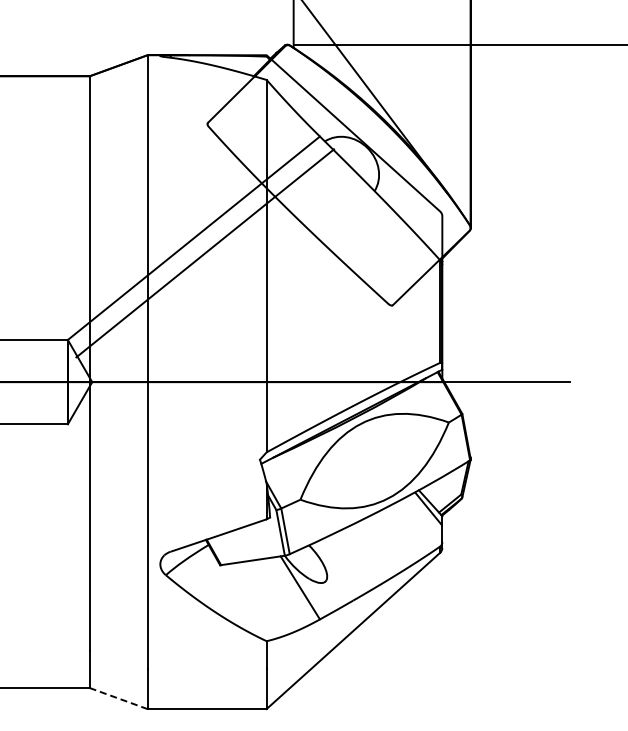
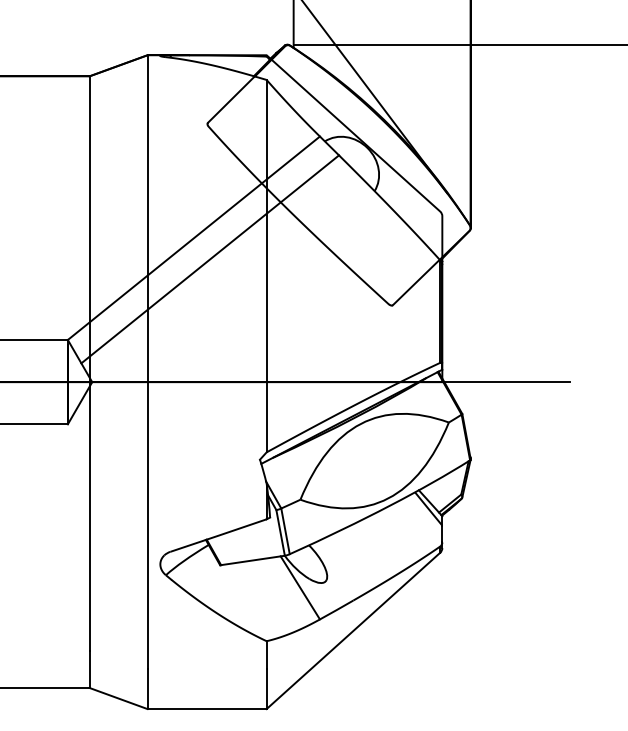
line at (205, 253) position: (205, 253) -> (210, 259)
line at (118, 698): dashed -> solid
